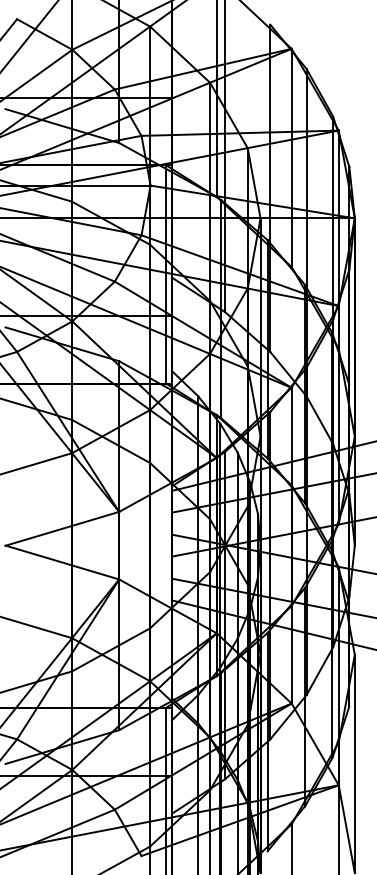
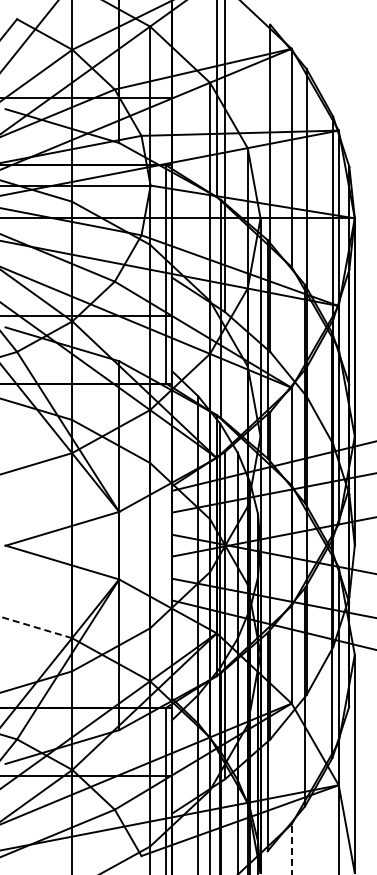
line at (36, 627): solid -> dashed
line at (291, 849): solid -> dashed
